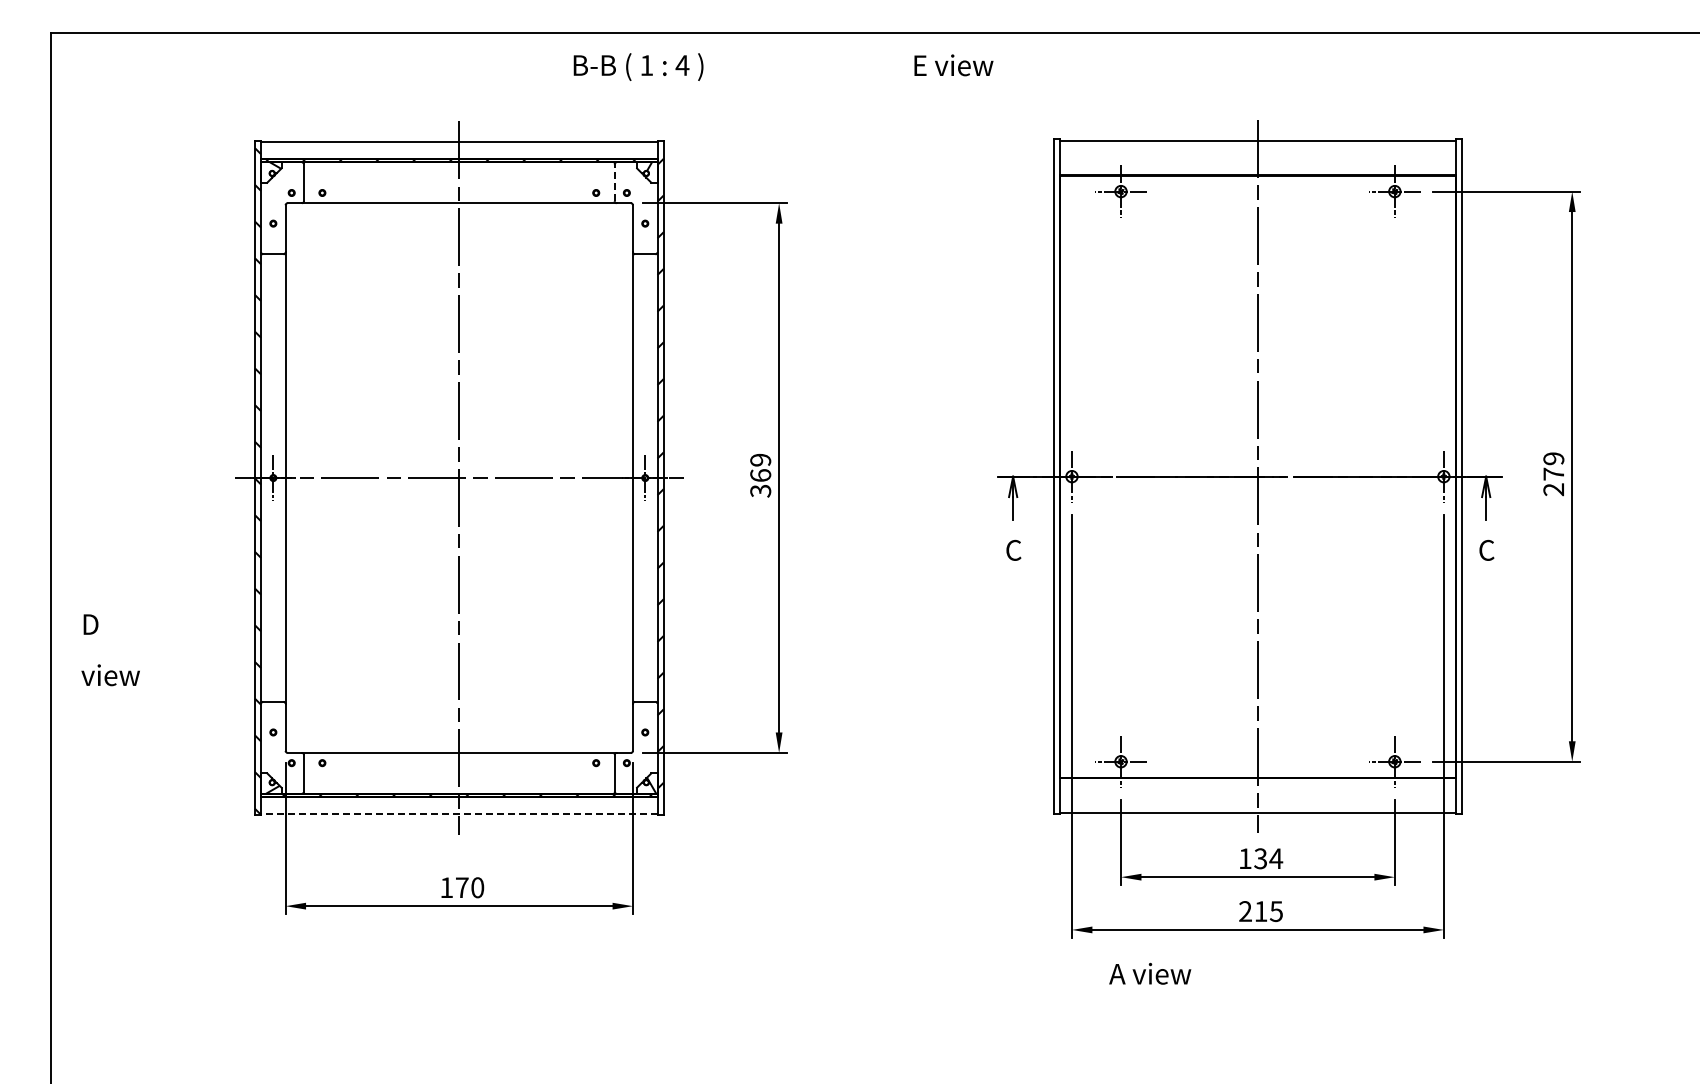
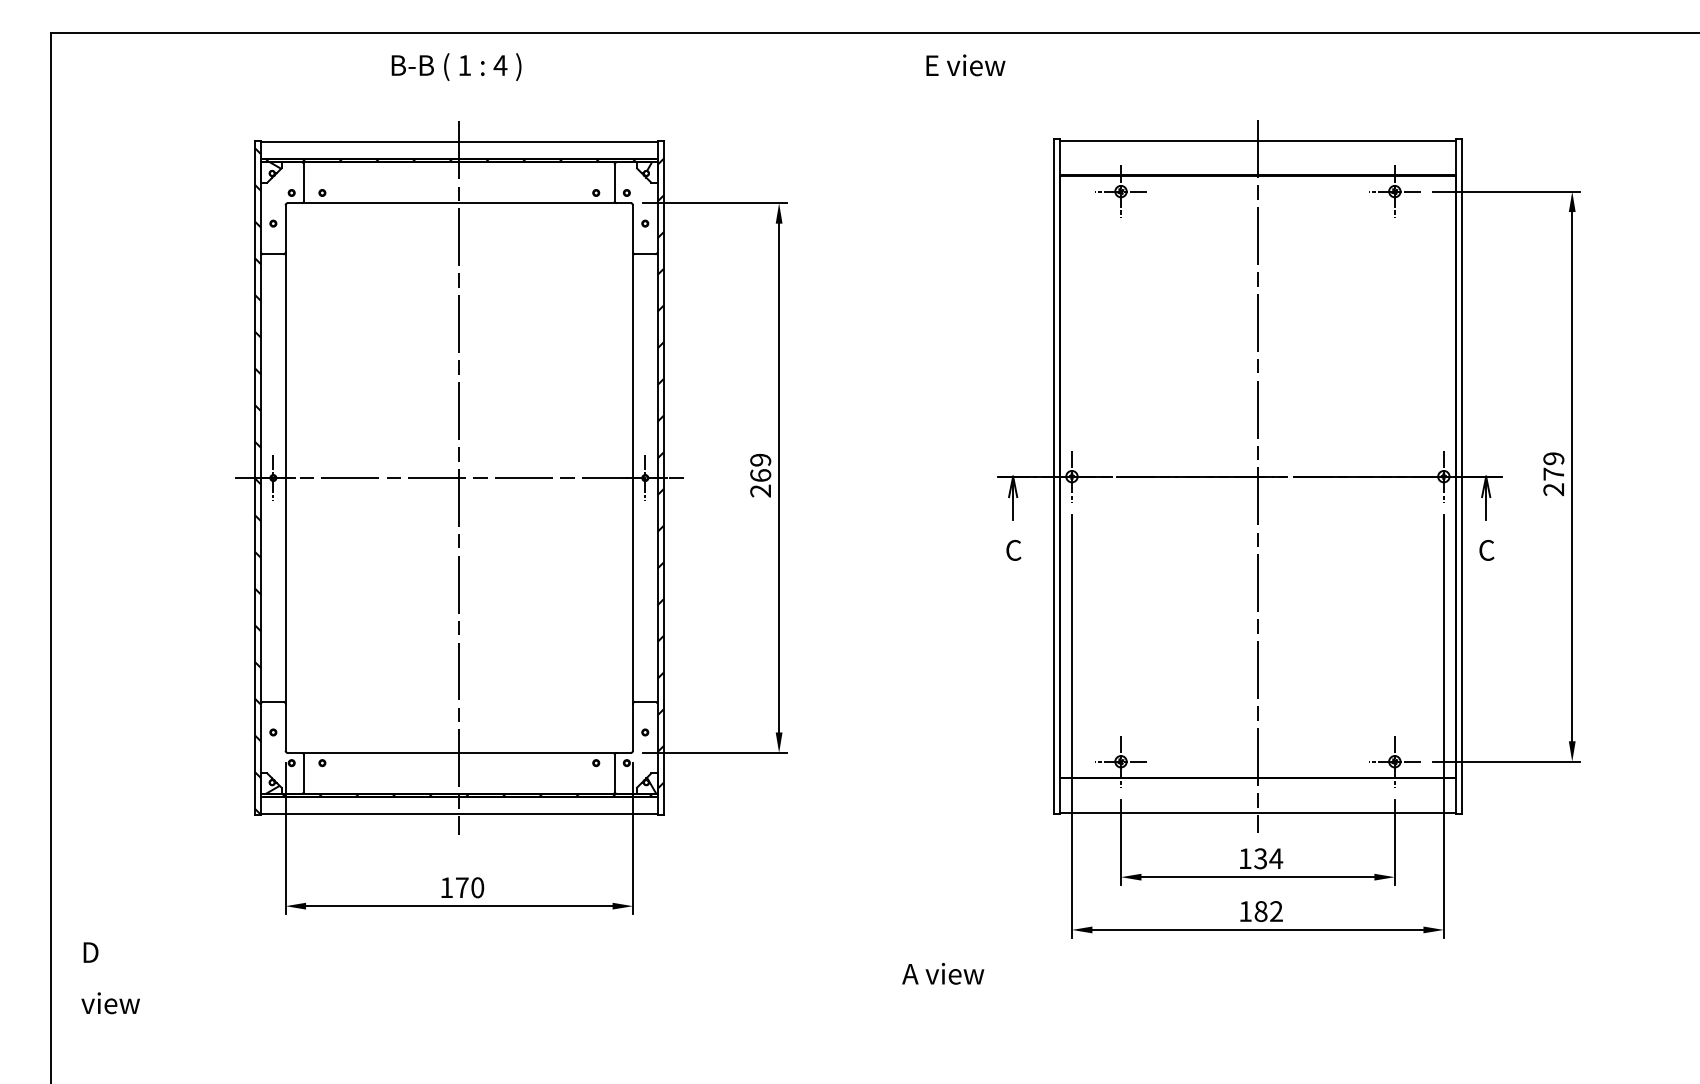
text at (953, 65) position: (953, 65) -> (965, 65)
text at (638, 66) position: (638, 66) -> (456, 66)
line at (614, 182): dashed -> solid
text at (760, 490): 369 -> 269
text at (110, 650) position: (110, 650) -> (110, 978)
line at (458, 814): dashed -> solid
text at (1260, 911): 215 -> 182
text at (1150, 973) position: (1150, 973) -> (943, 973)
